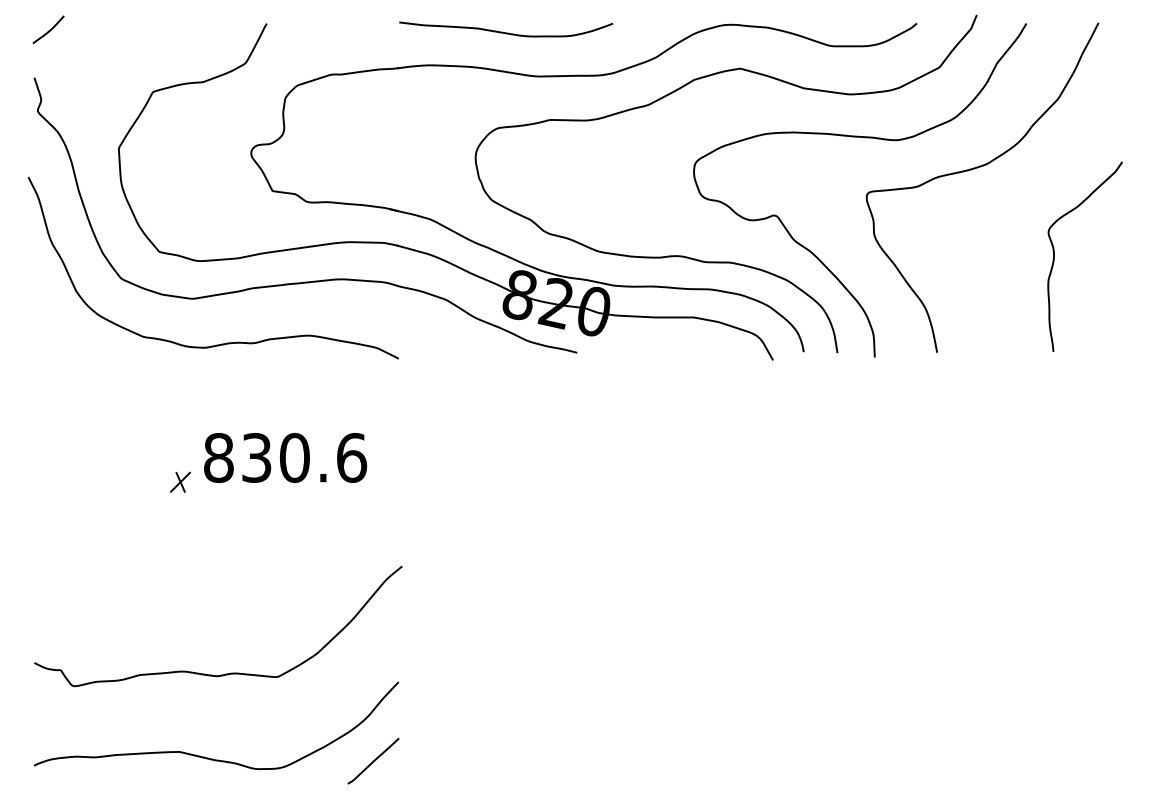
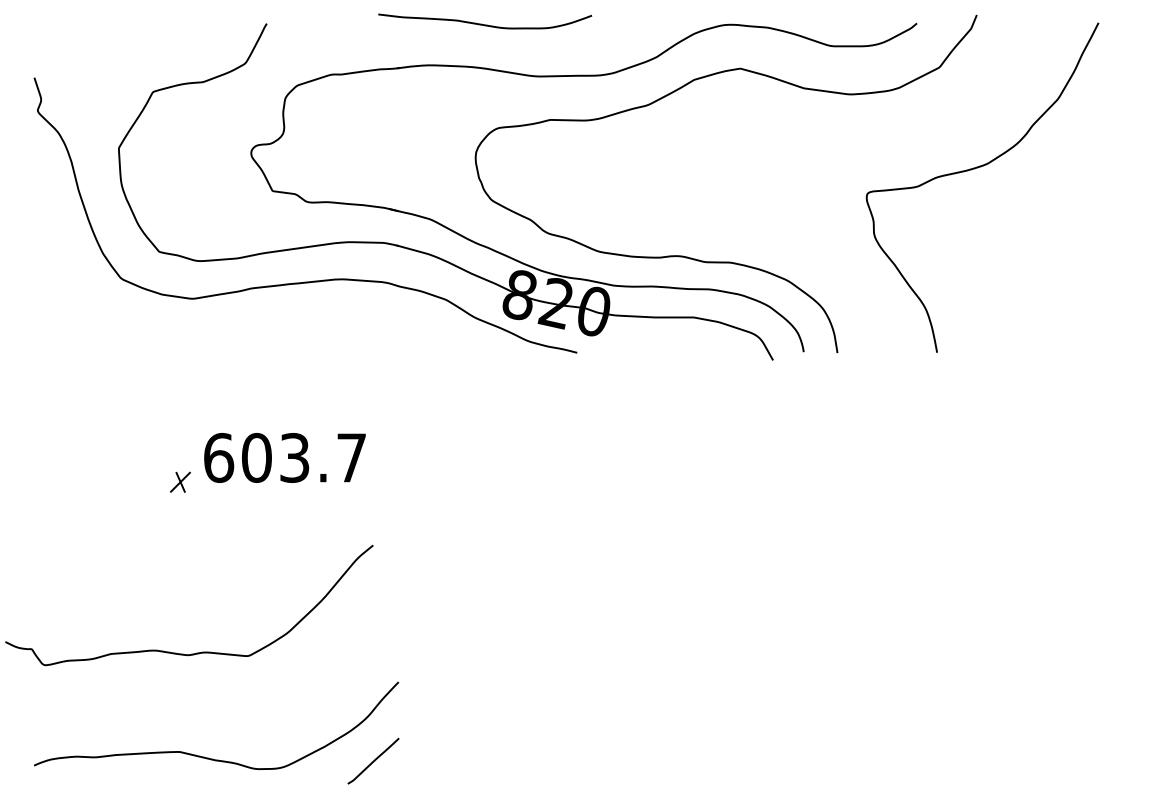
curve at (49, 29): present -> none
curve at (506, 32) position: (506, 32) -> (485, 24)
curve at (865, 138): present -> none
curve at (1054, 256): present -> none
curve at (226, 342): present -> none
text at (285, 457): 830.6 -> 603.7
curve at (225, 673) position: (225, 673) -> (196, 652)
